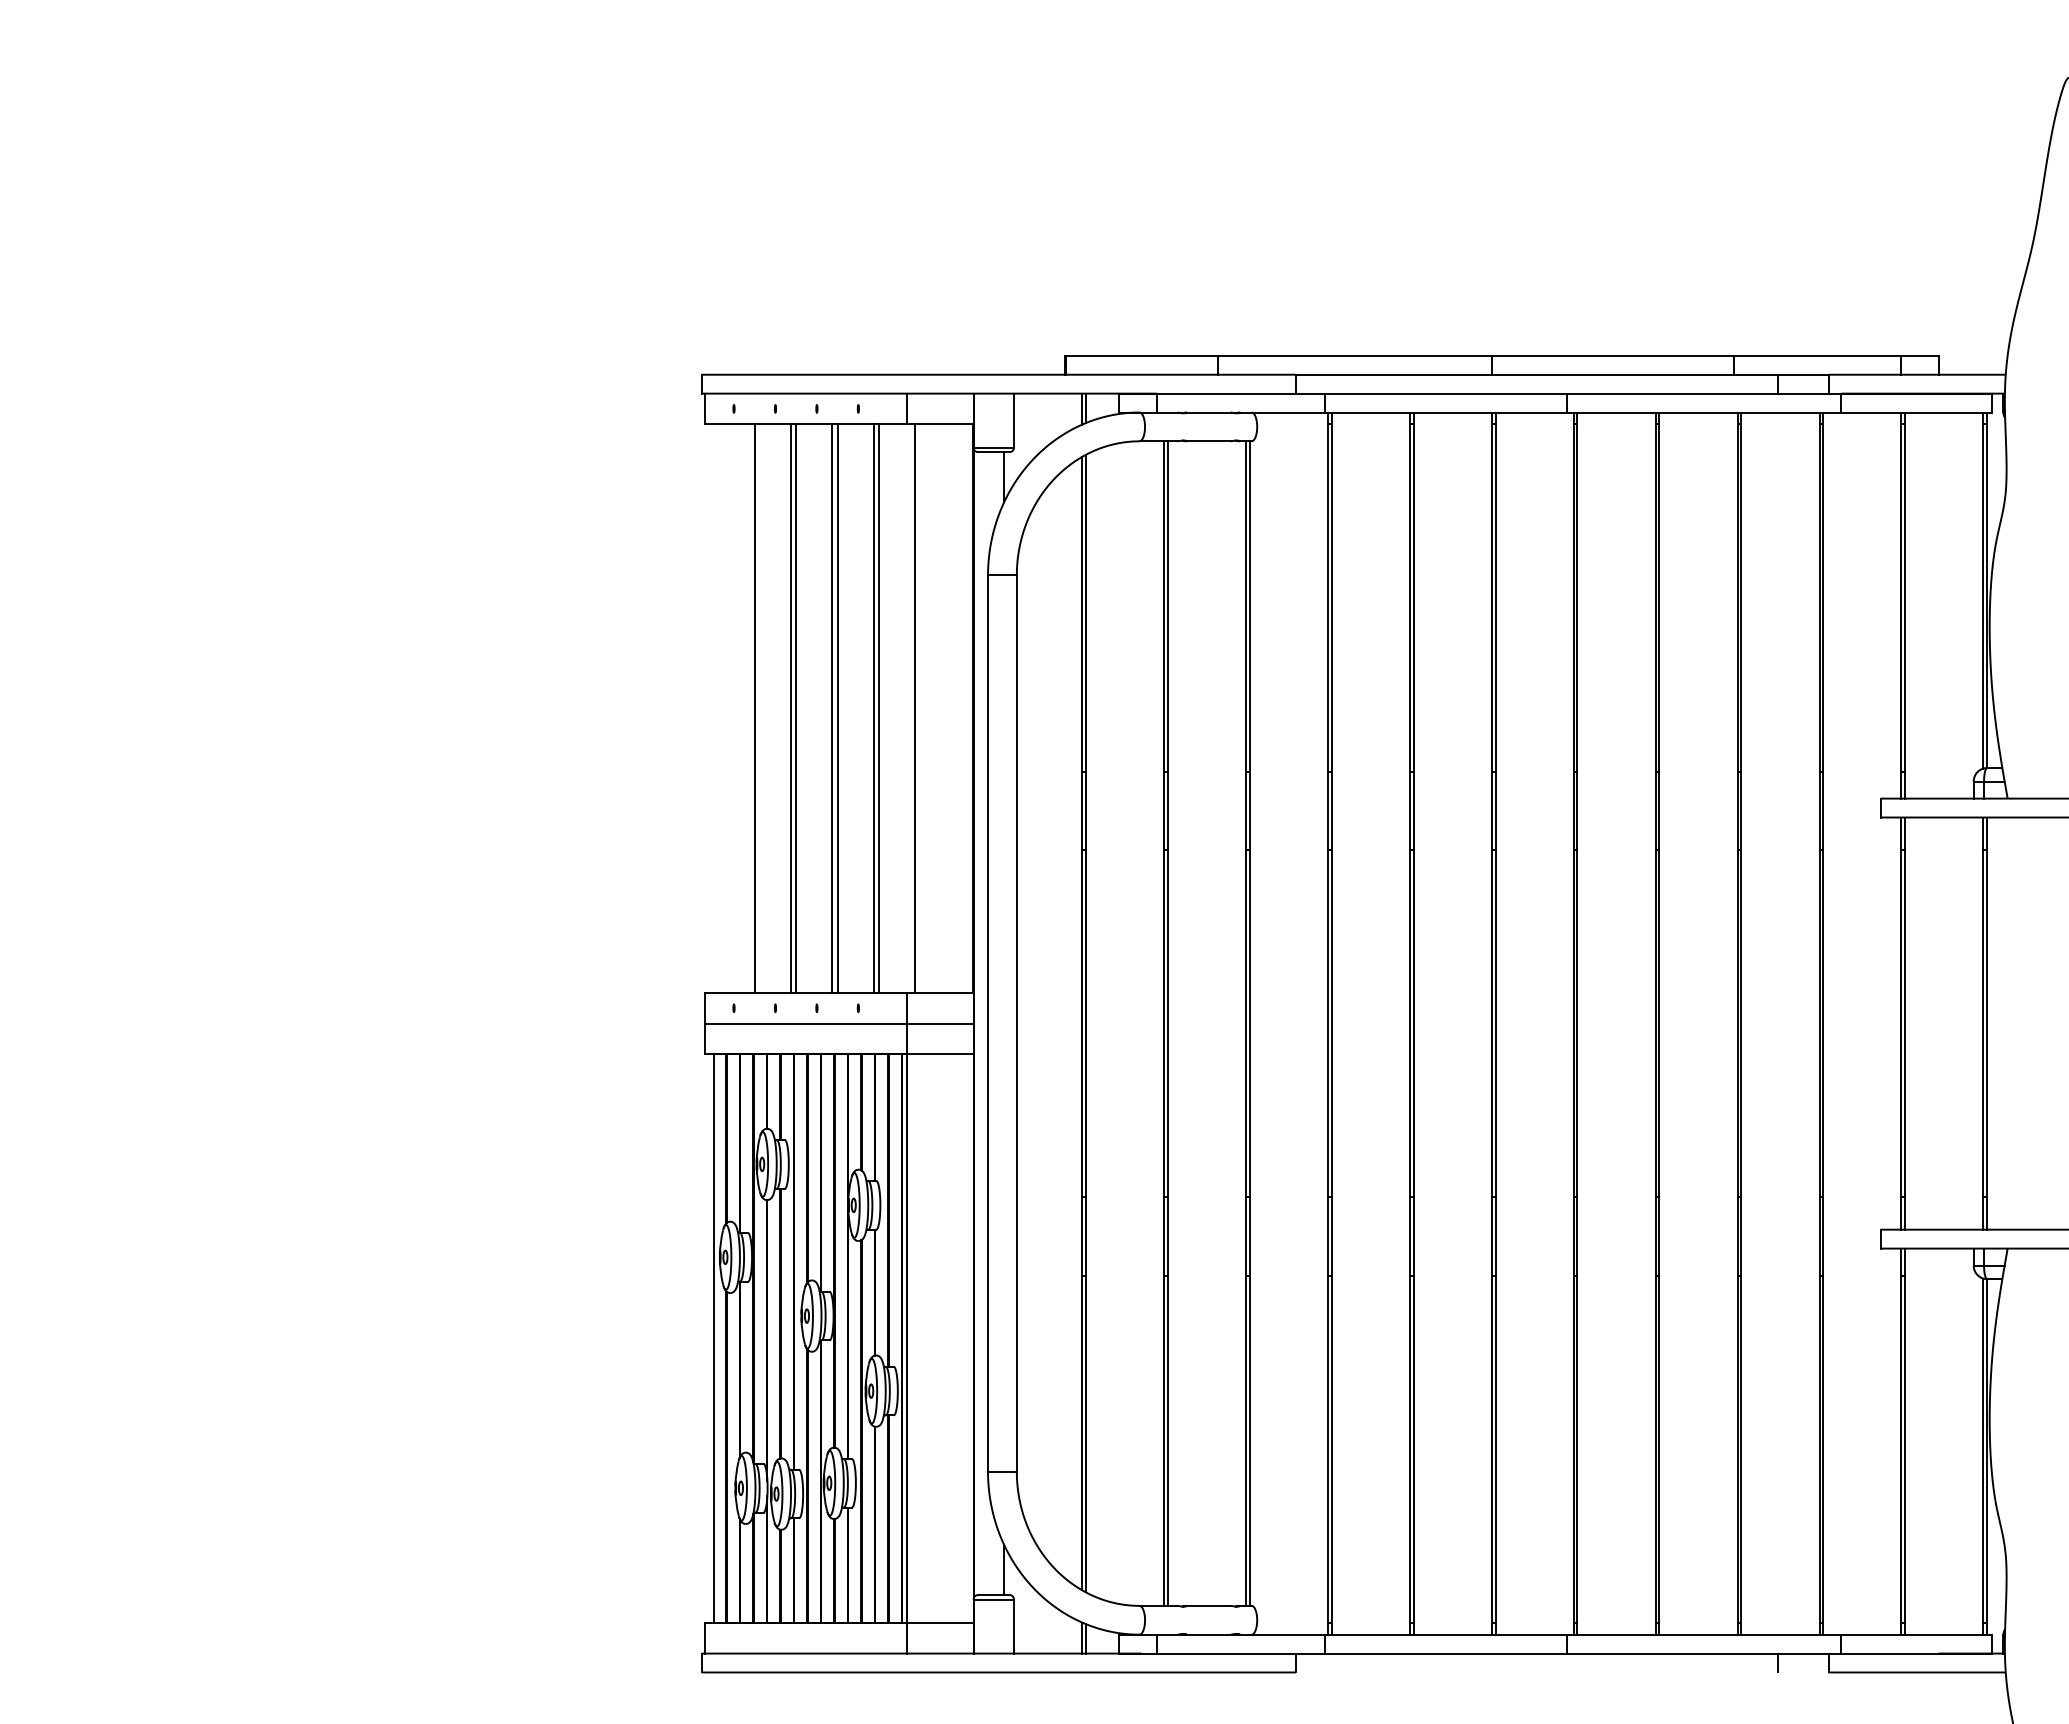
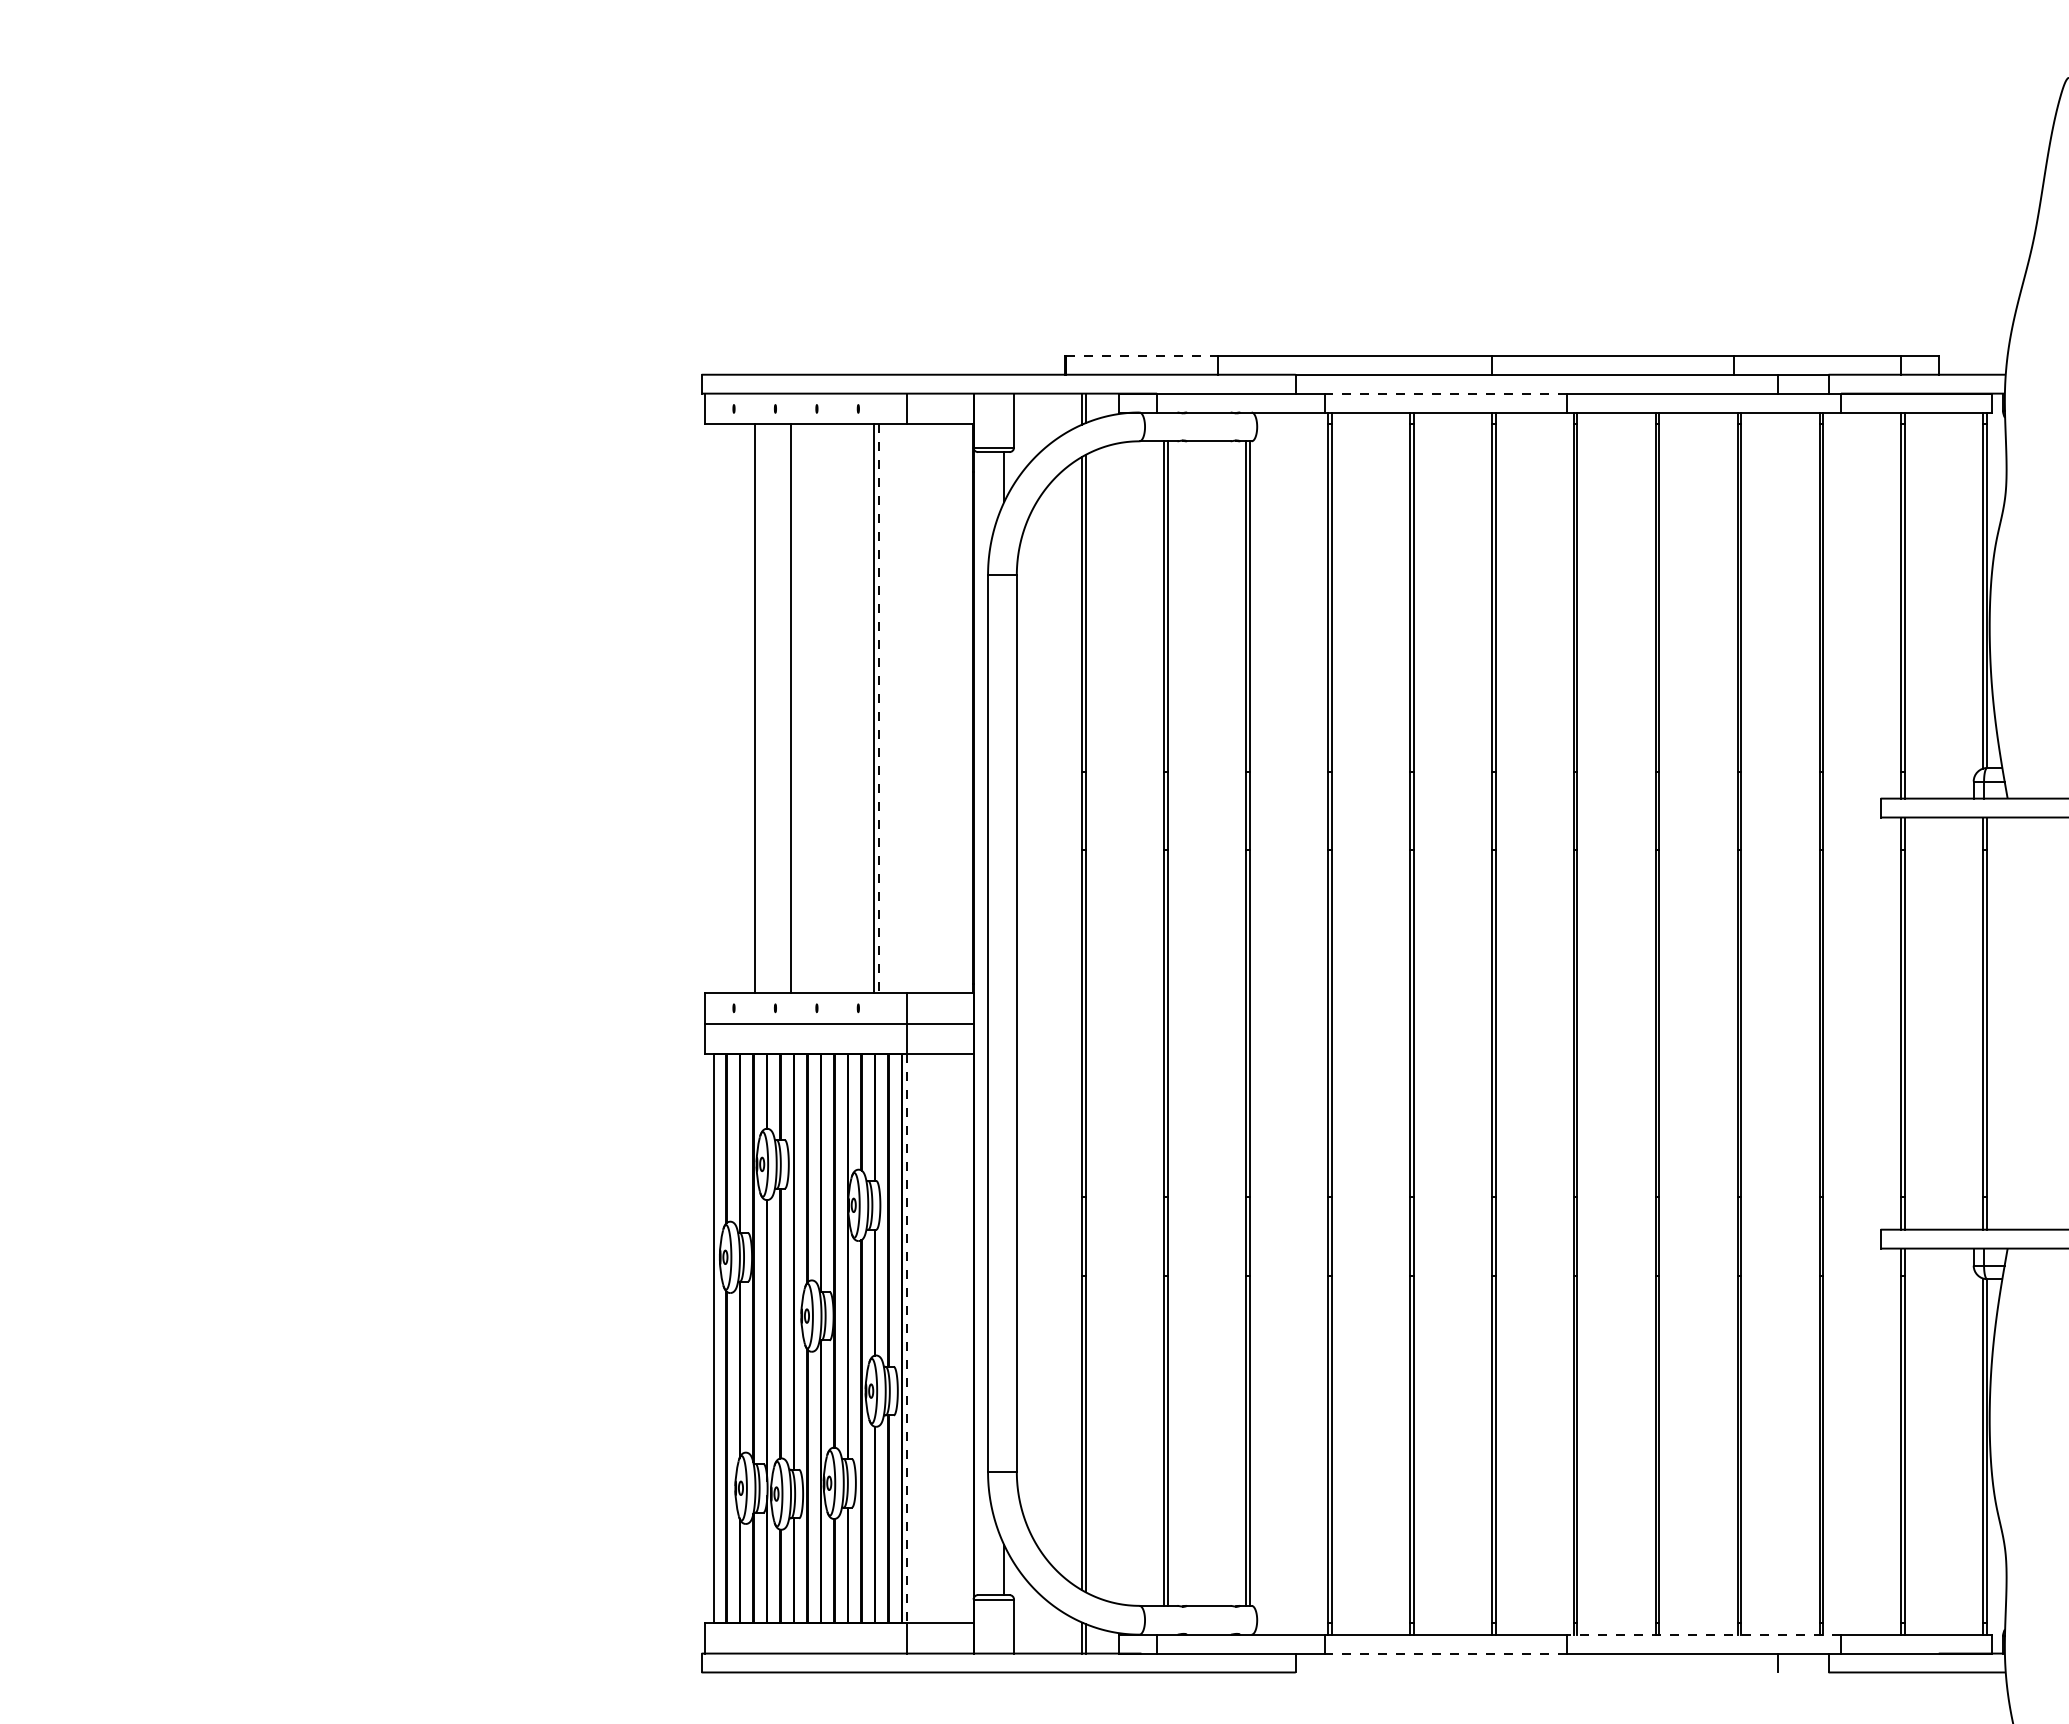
line at (1142, 355): solid -> dashed
line at (1446, 393): solid -> dashed
line at (796, 708): present -> none
line at (832, 708): present -> none
line at (837, 708): present -> none
line at (914, 708): present -> none
line at (878, 709): solid -> dashed
line at (907, 1339): solid -> dashed
line at (1703, 1634): solid -> dashed
line at (1446, 1653): solid -> dashed
